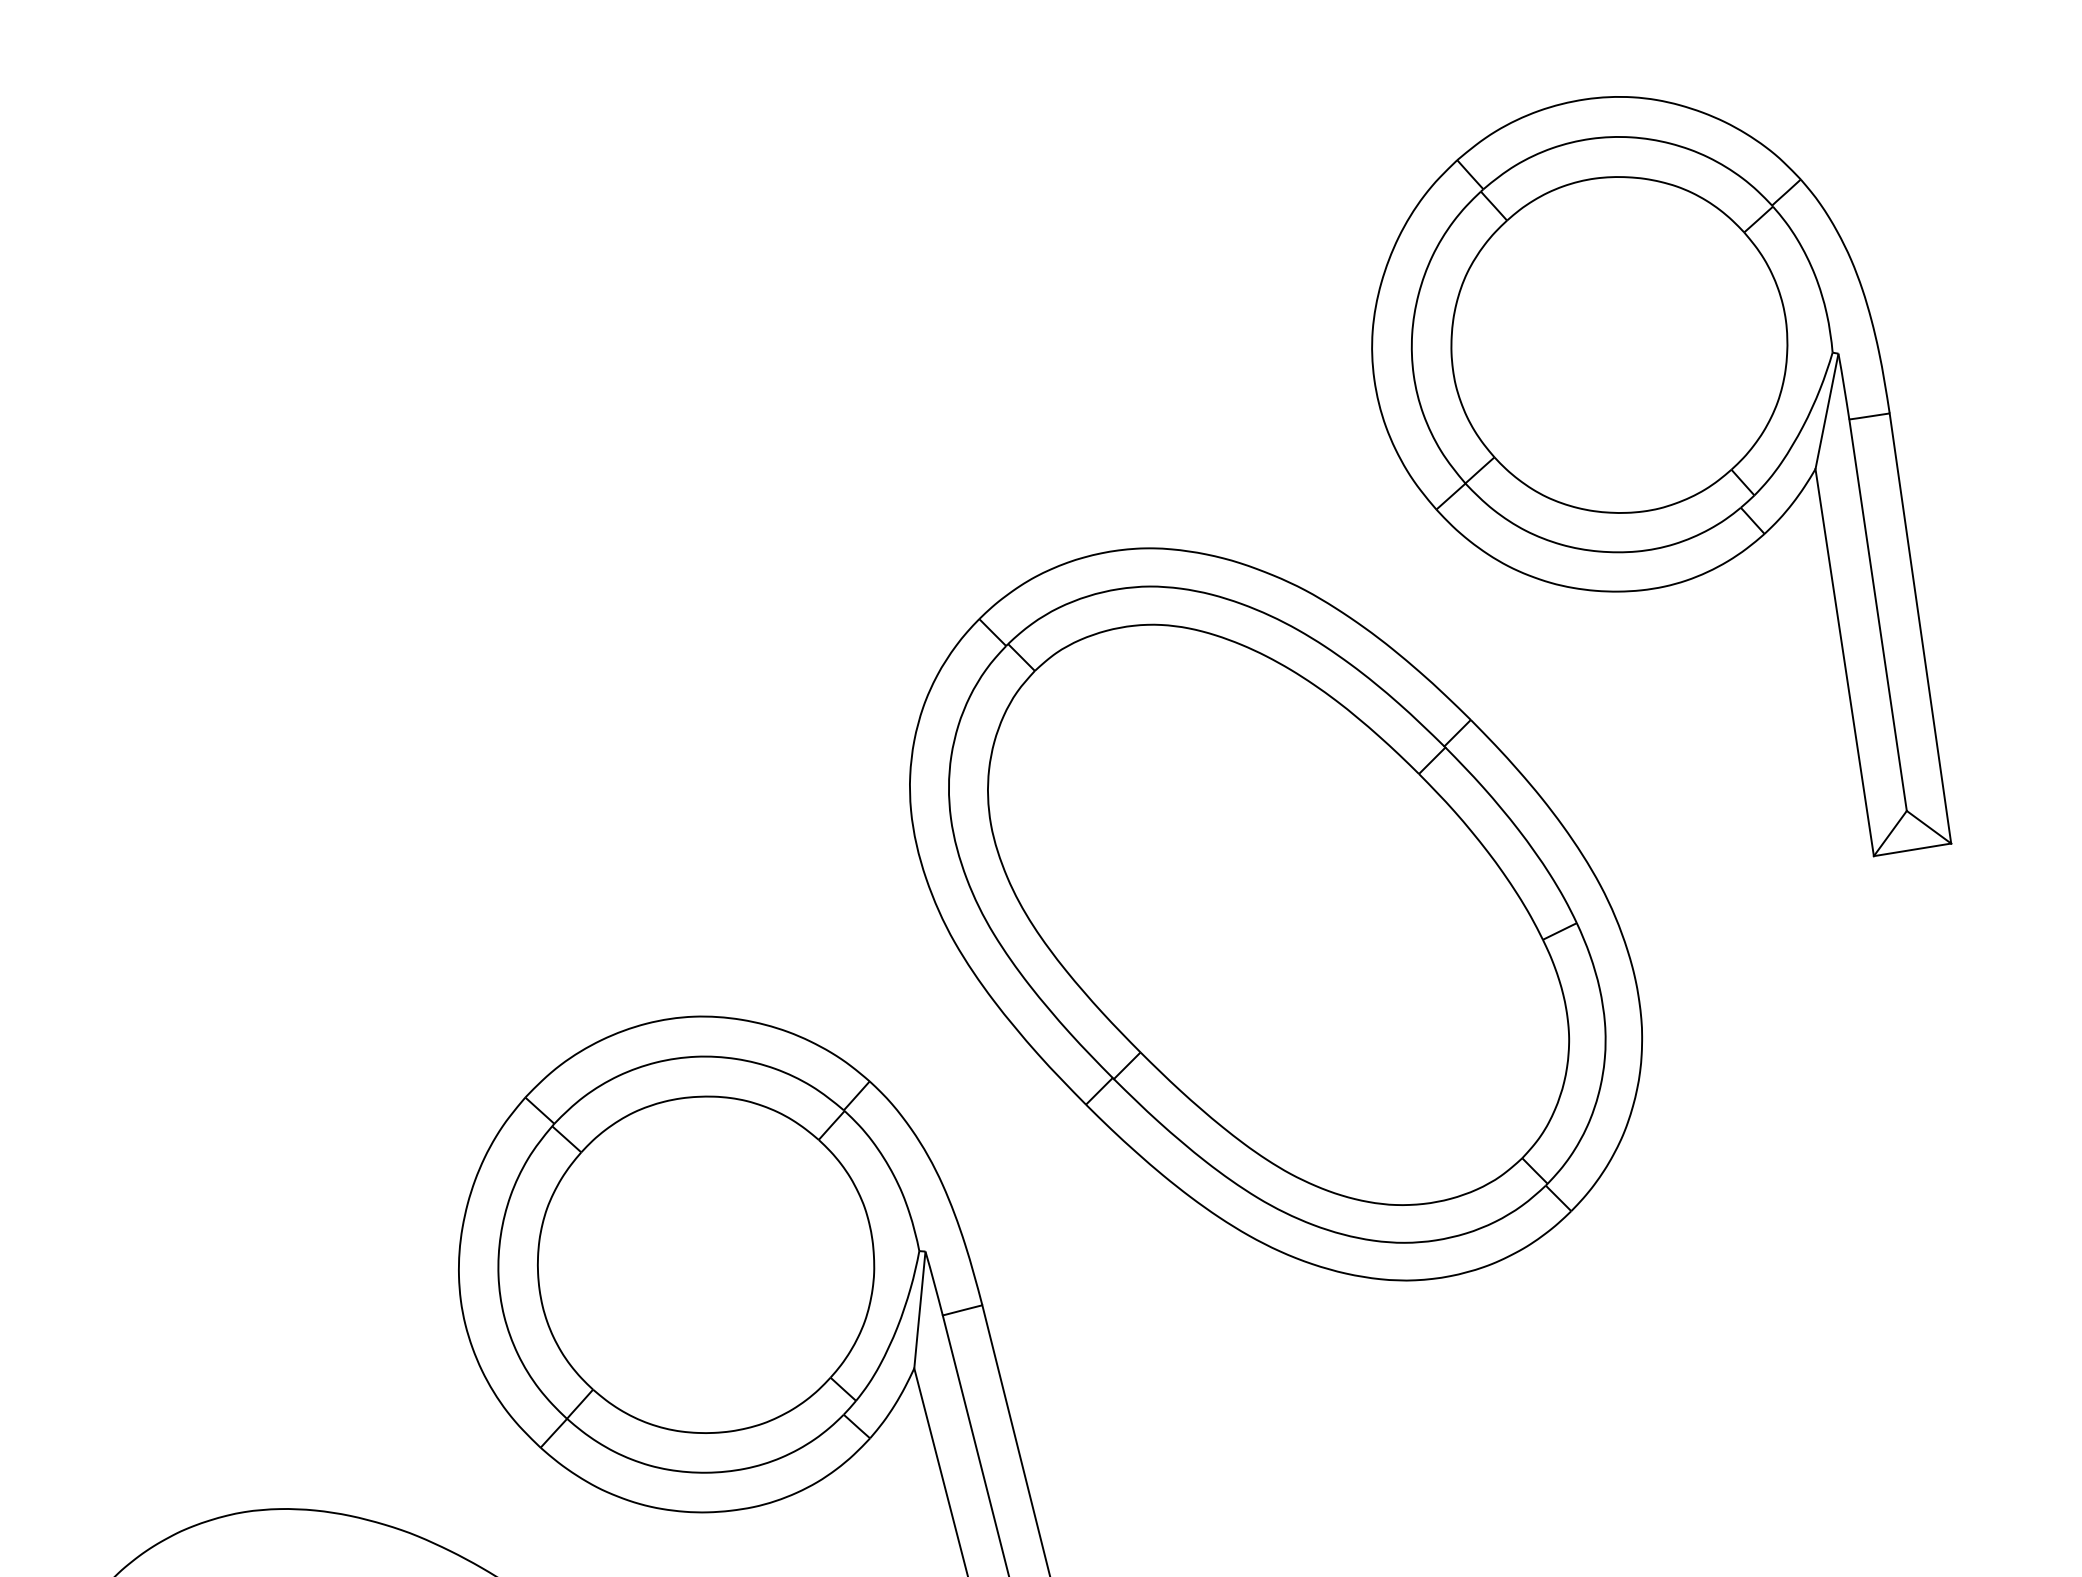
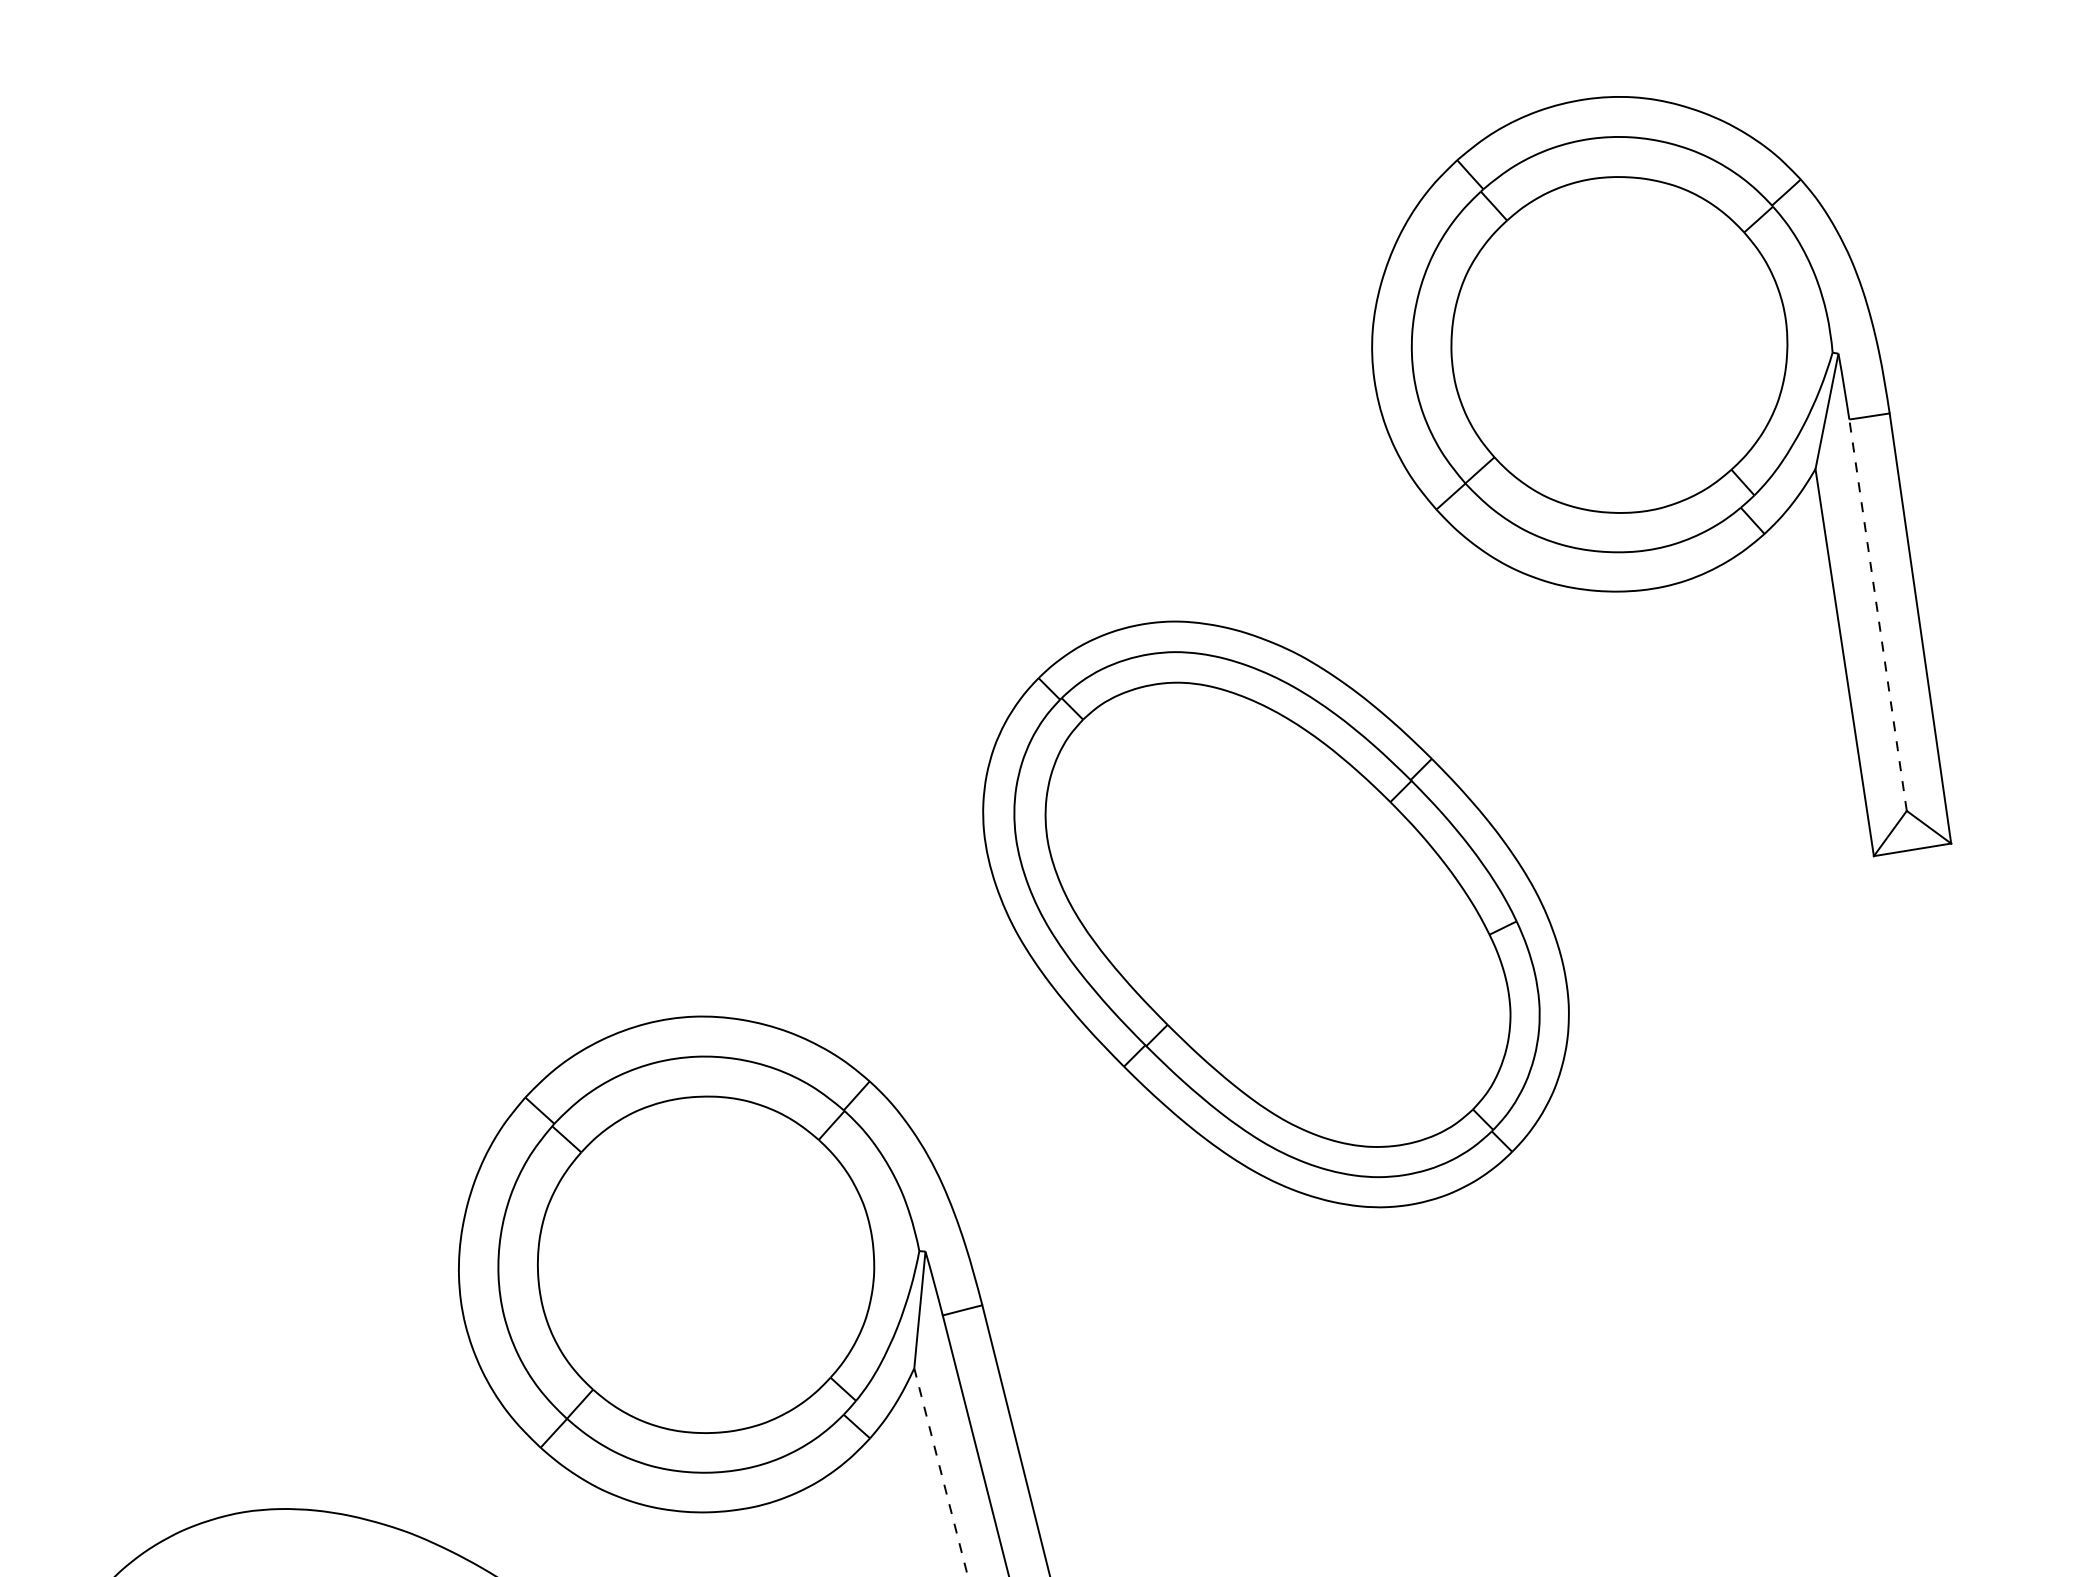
line at (1878, 615): solid -> dashed
part at (1275, 914) size: 734x735 px -> 588x589 px
line at (941, 1471): solid -> dashed
